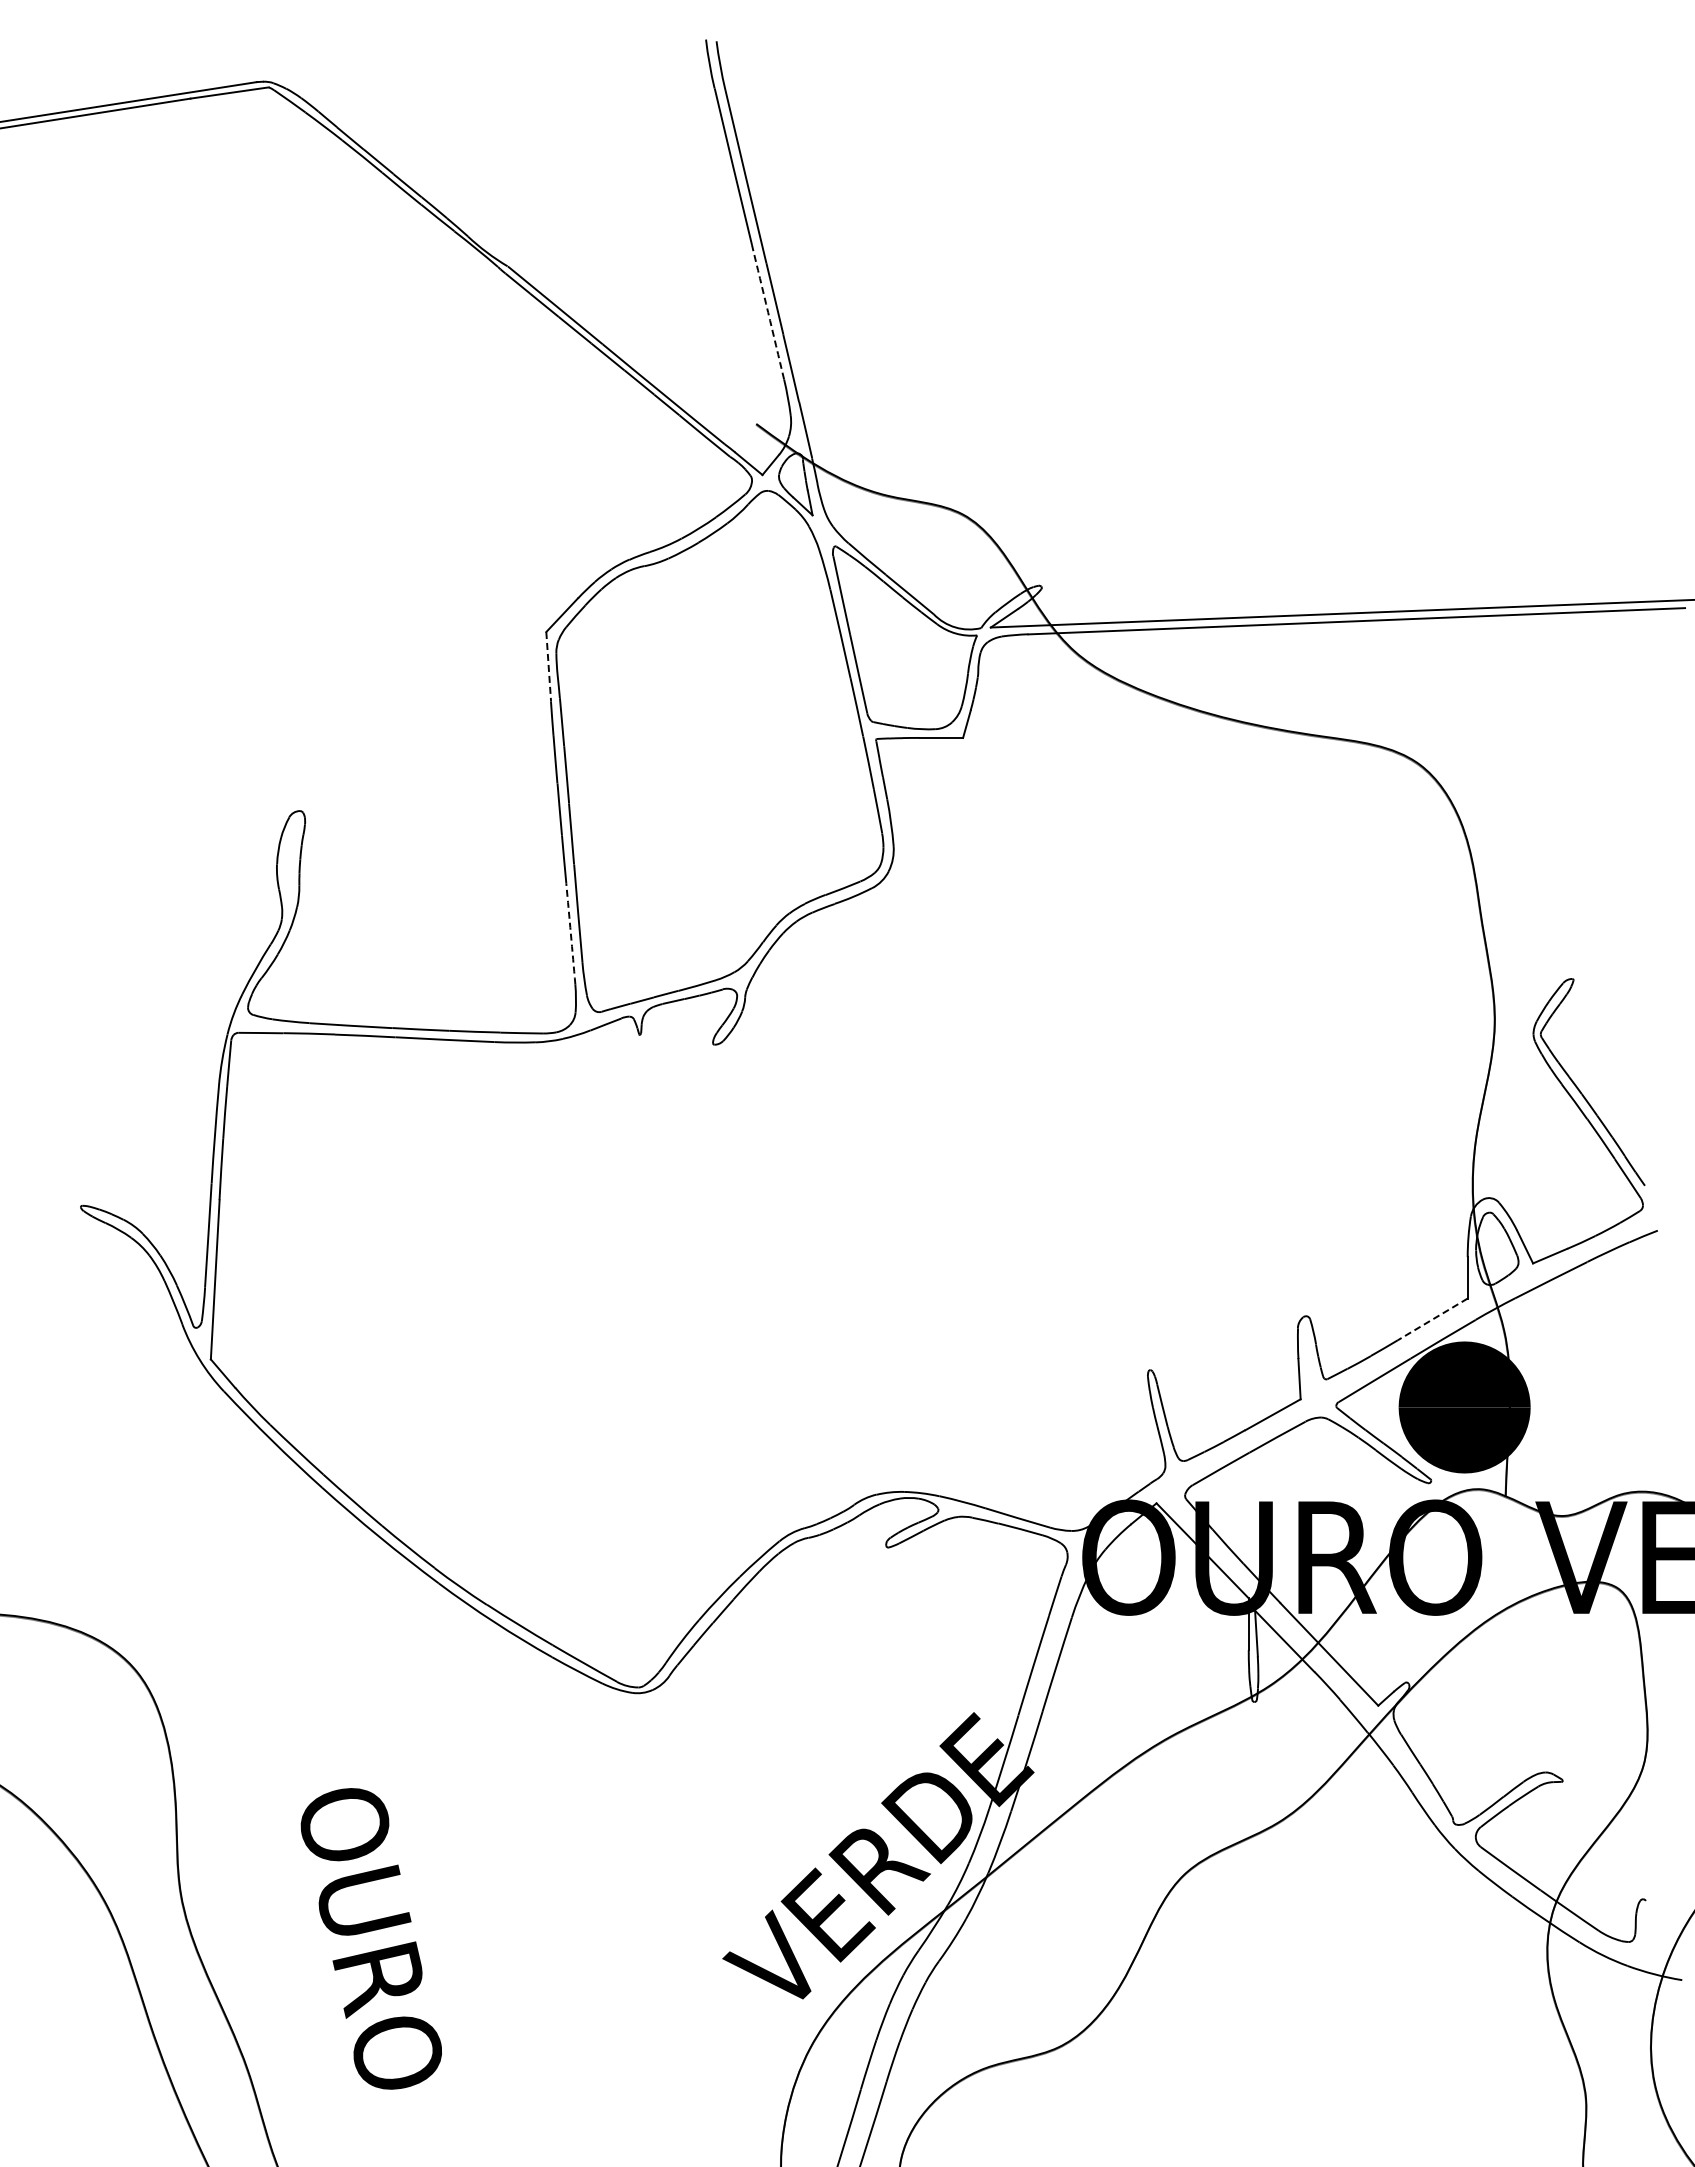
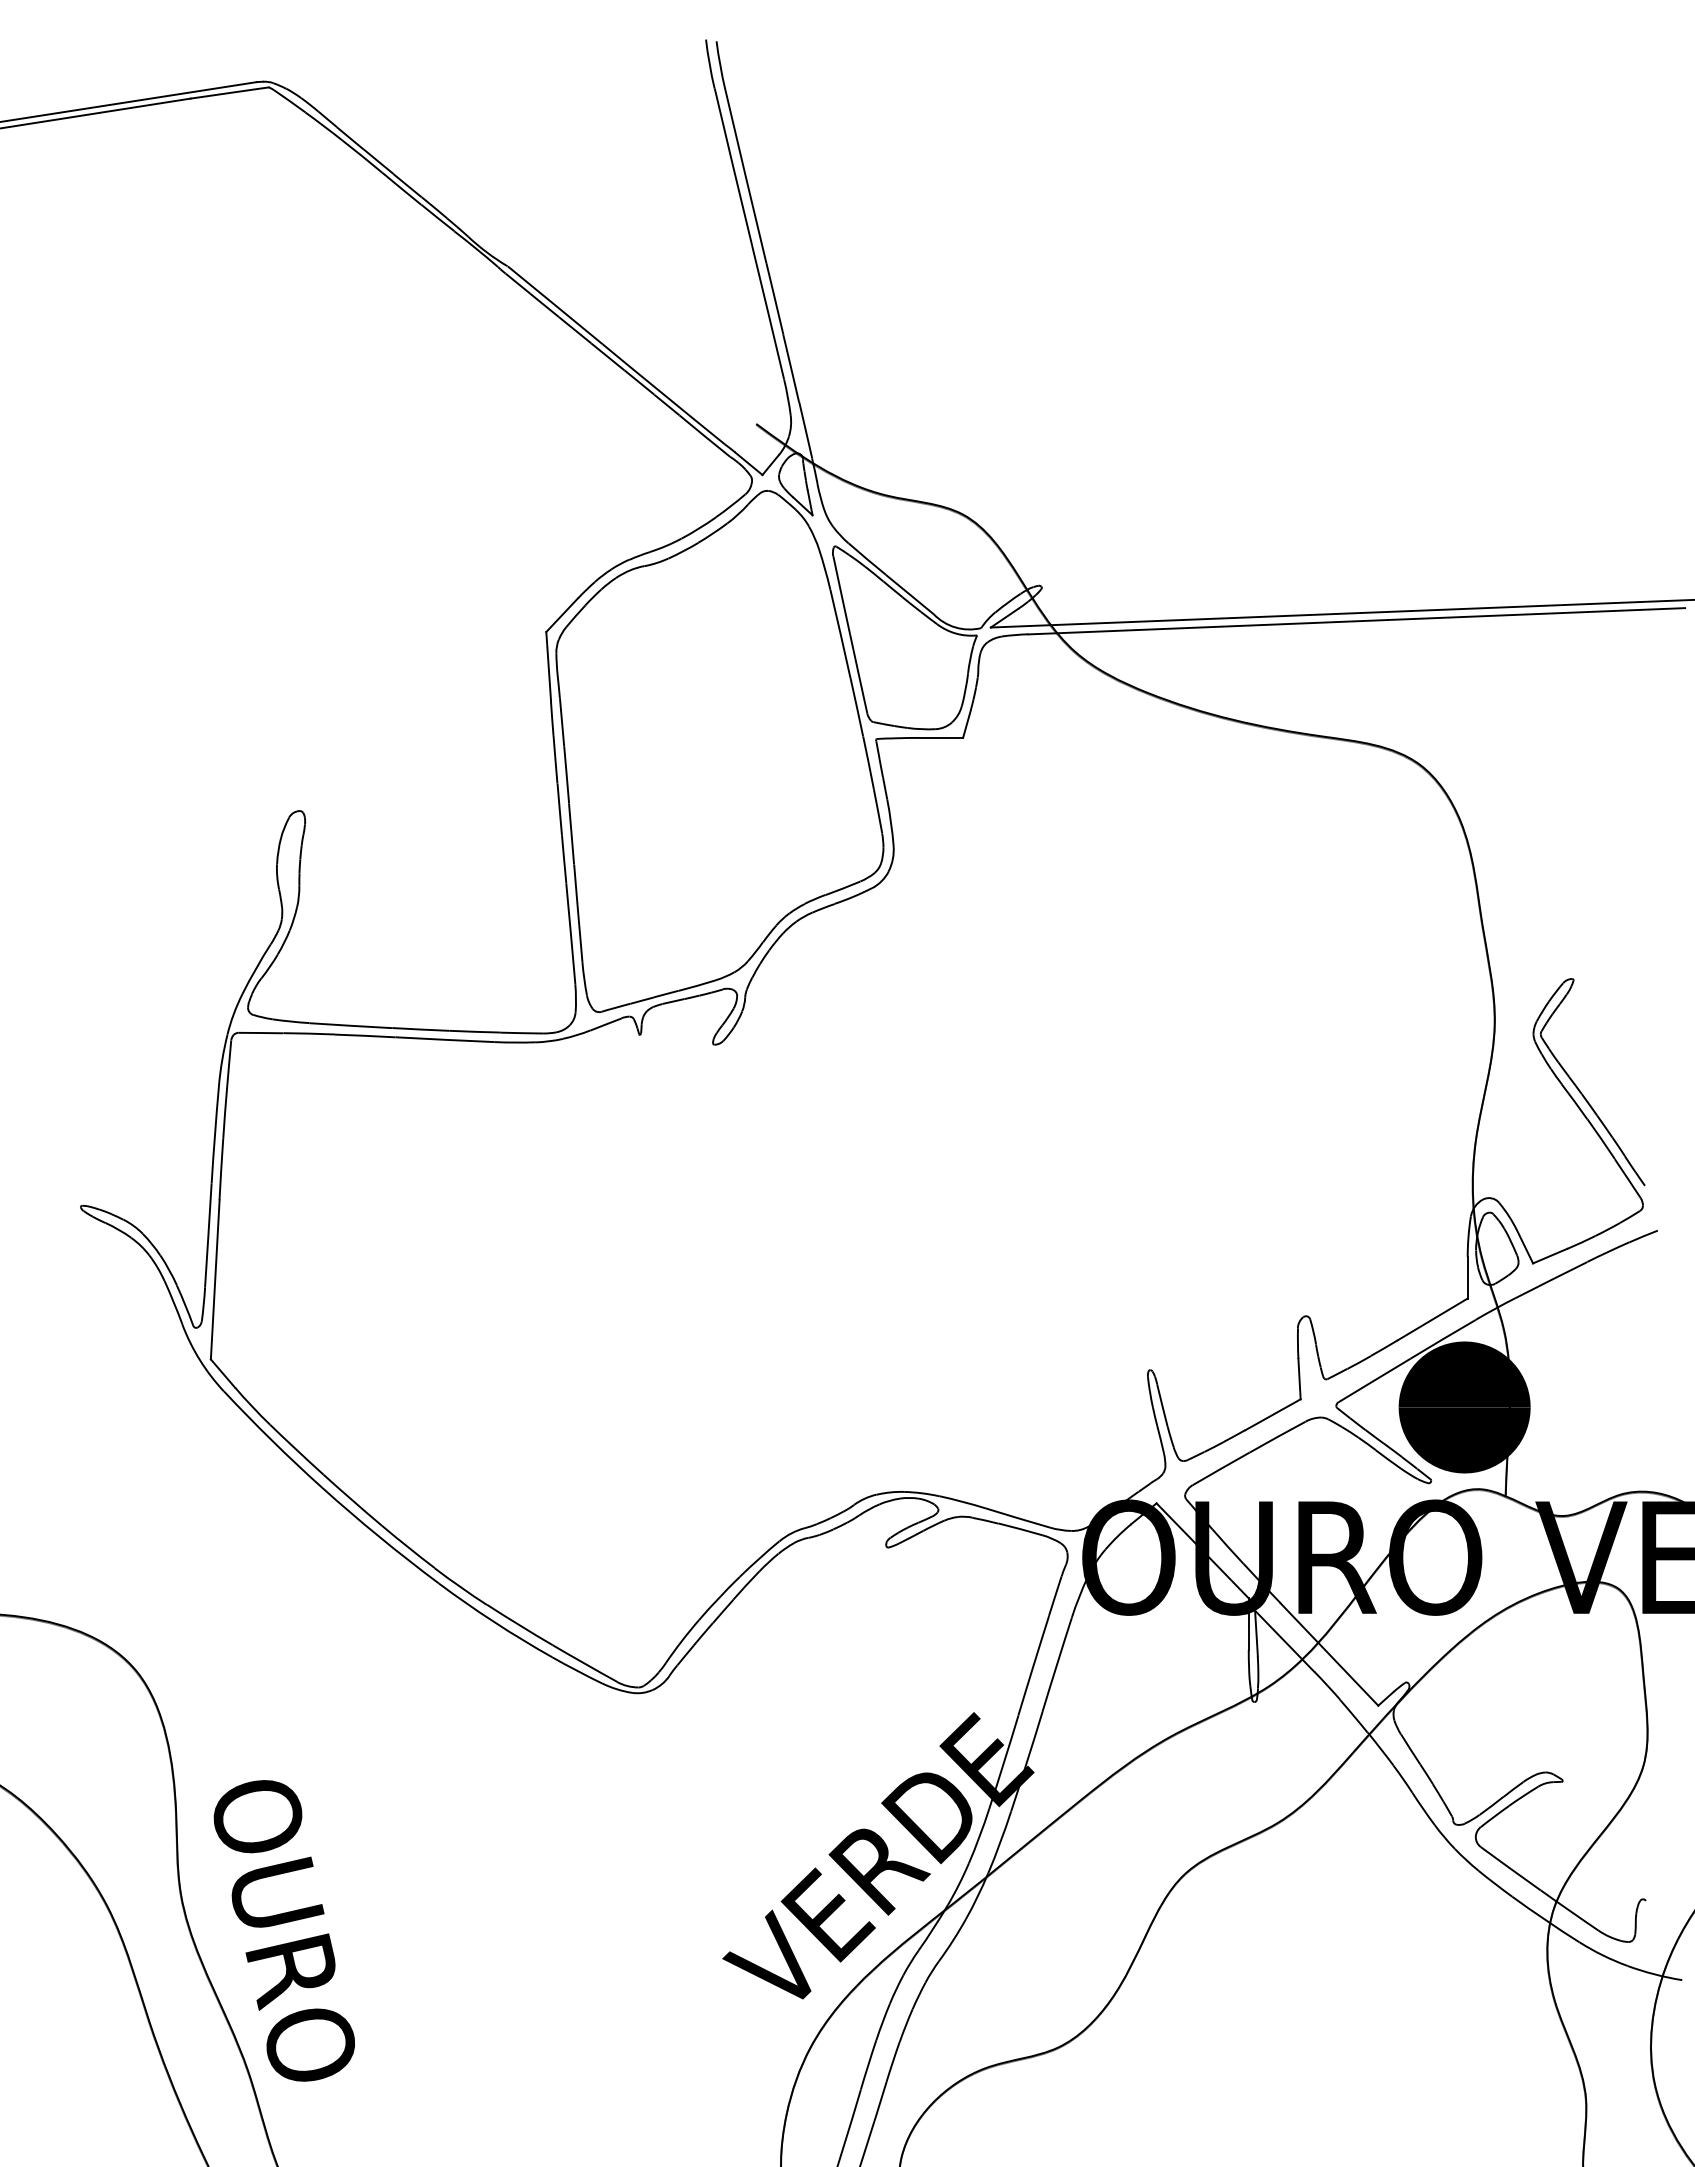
arc at (768, 312): dashed -> solid
line at (548, 666): dashed -> solid
arc at (570, 933): dashed -> solid
line at (1432, 1319): dashed -> solid
text at (370, 1938) position: (370, 1938) -> (283, 1930)
